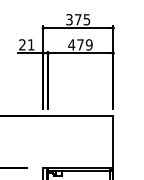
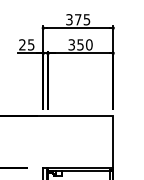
text at (31, 44): 21 -> 25
text at (80, 44): 479 -> 350
